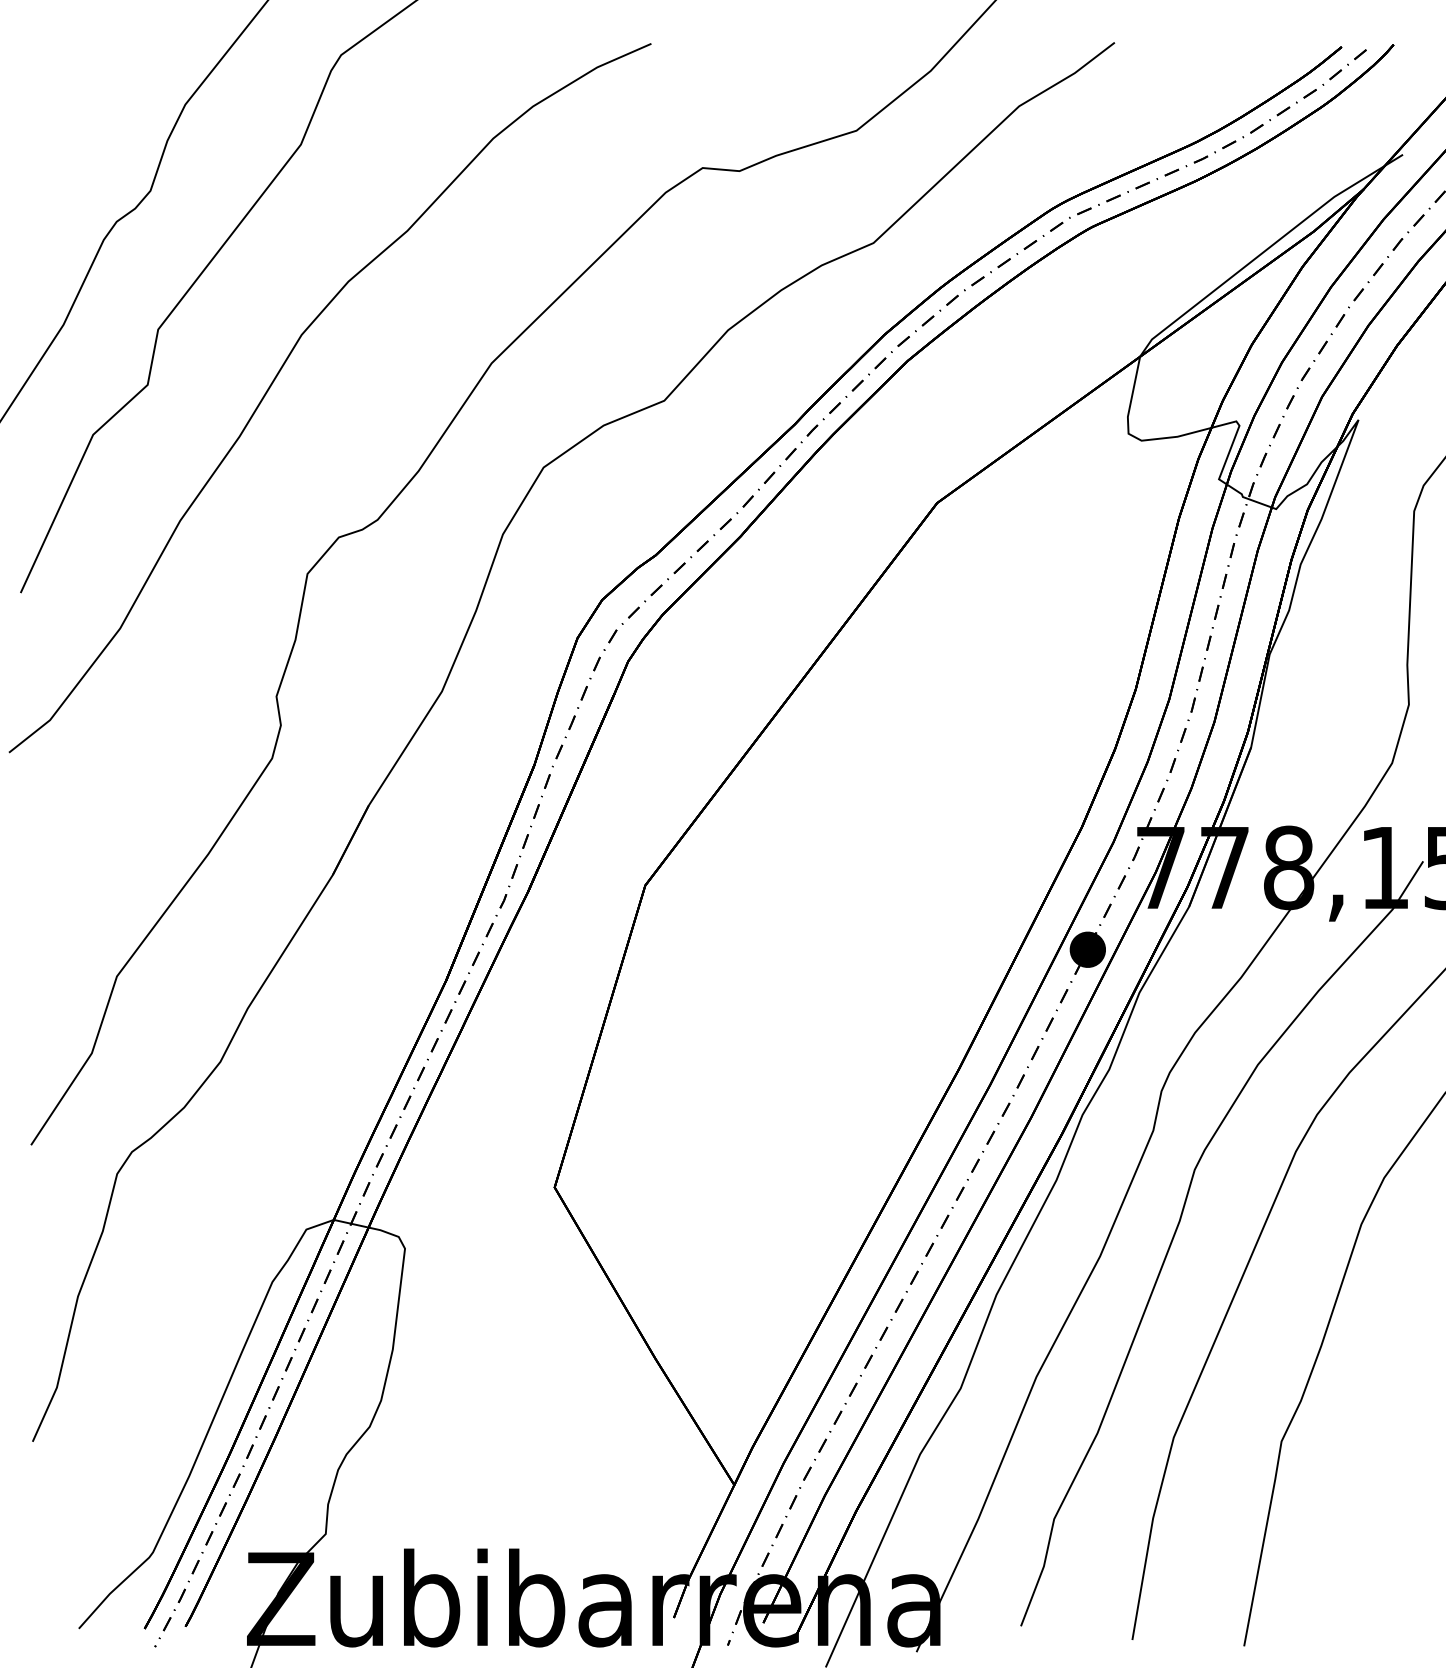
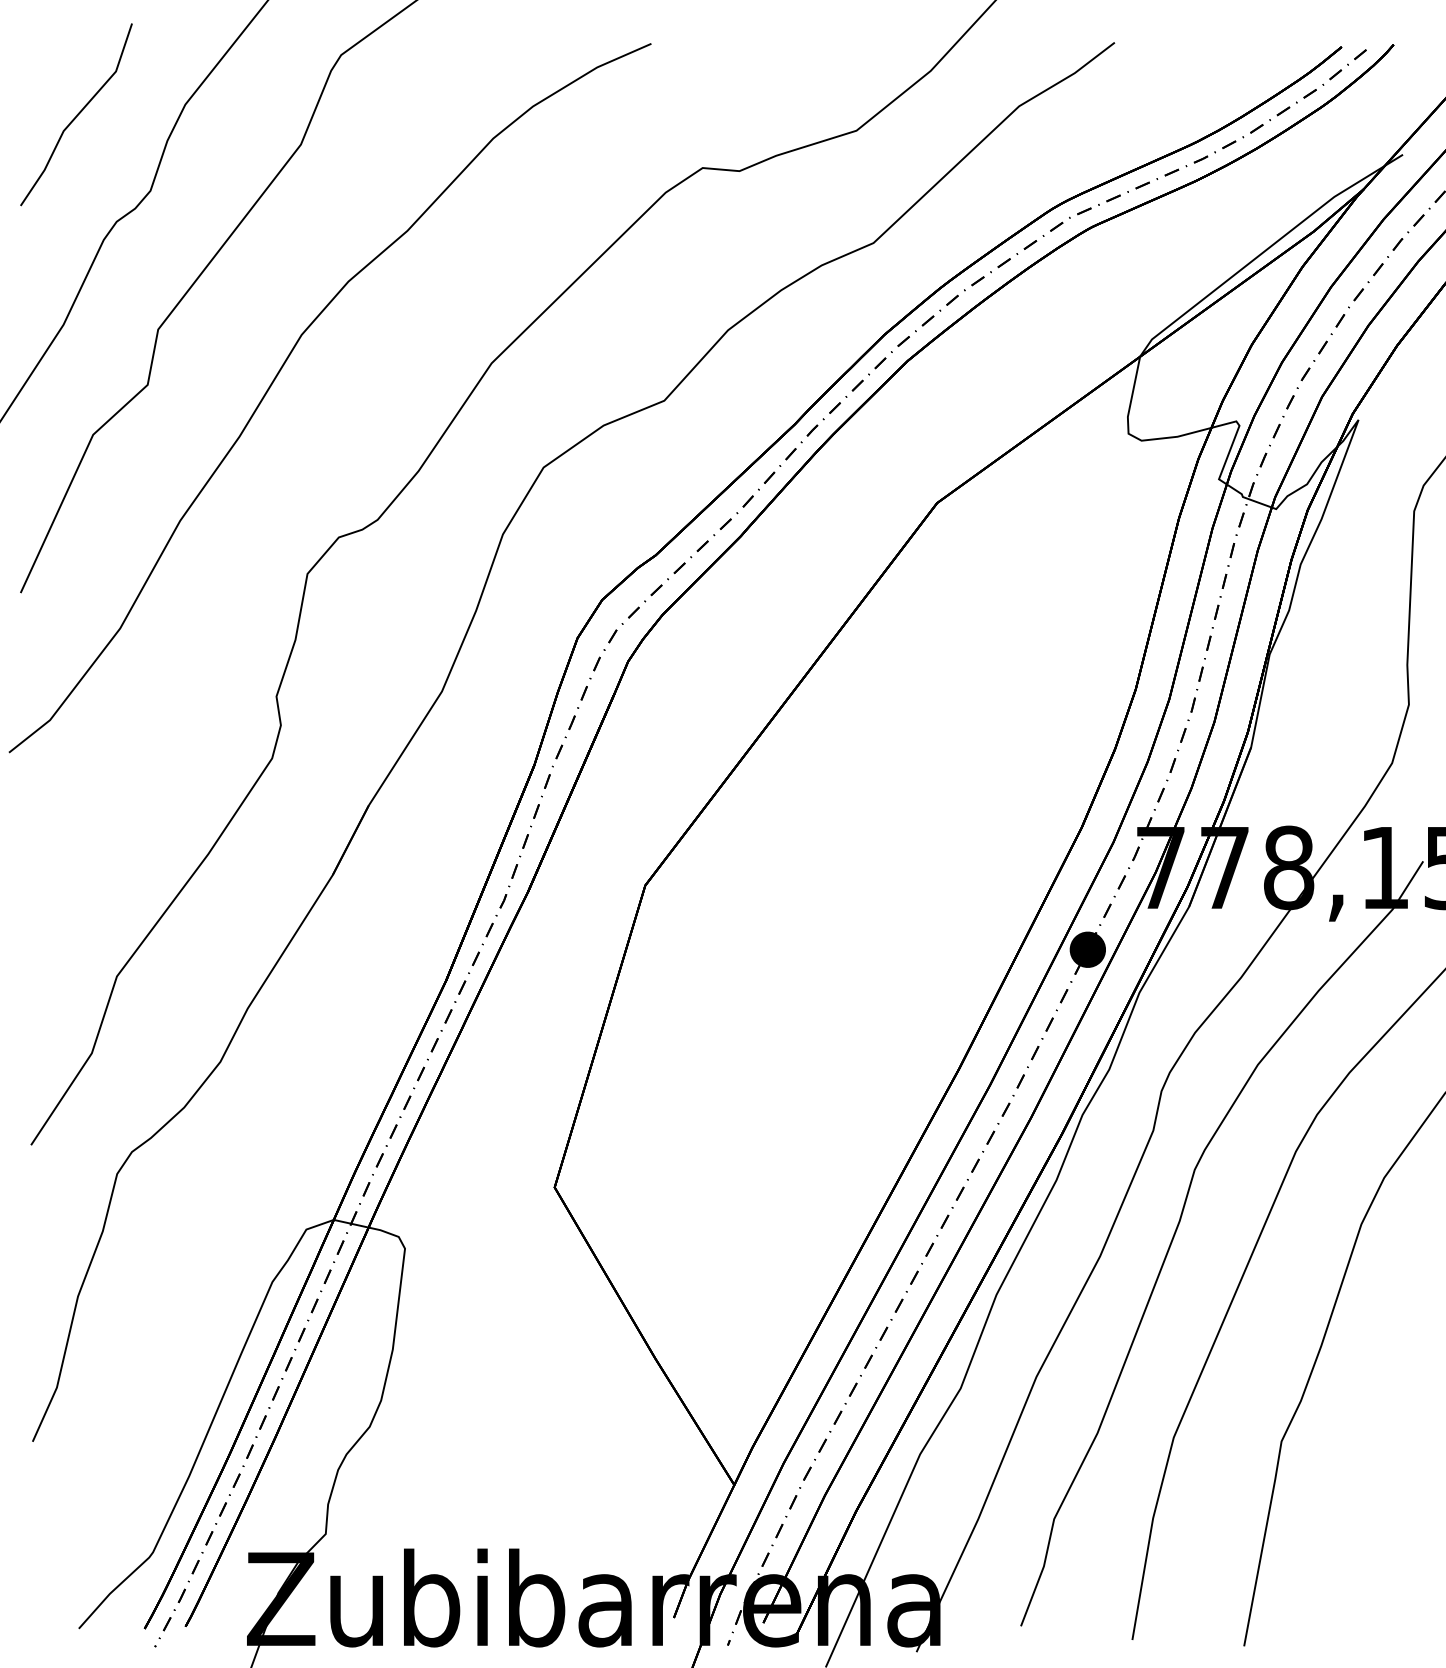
line at (77, 114): none -> present
